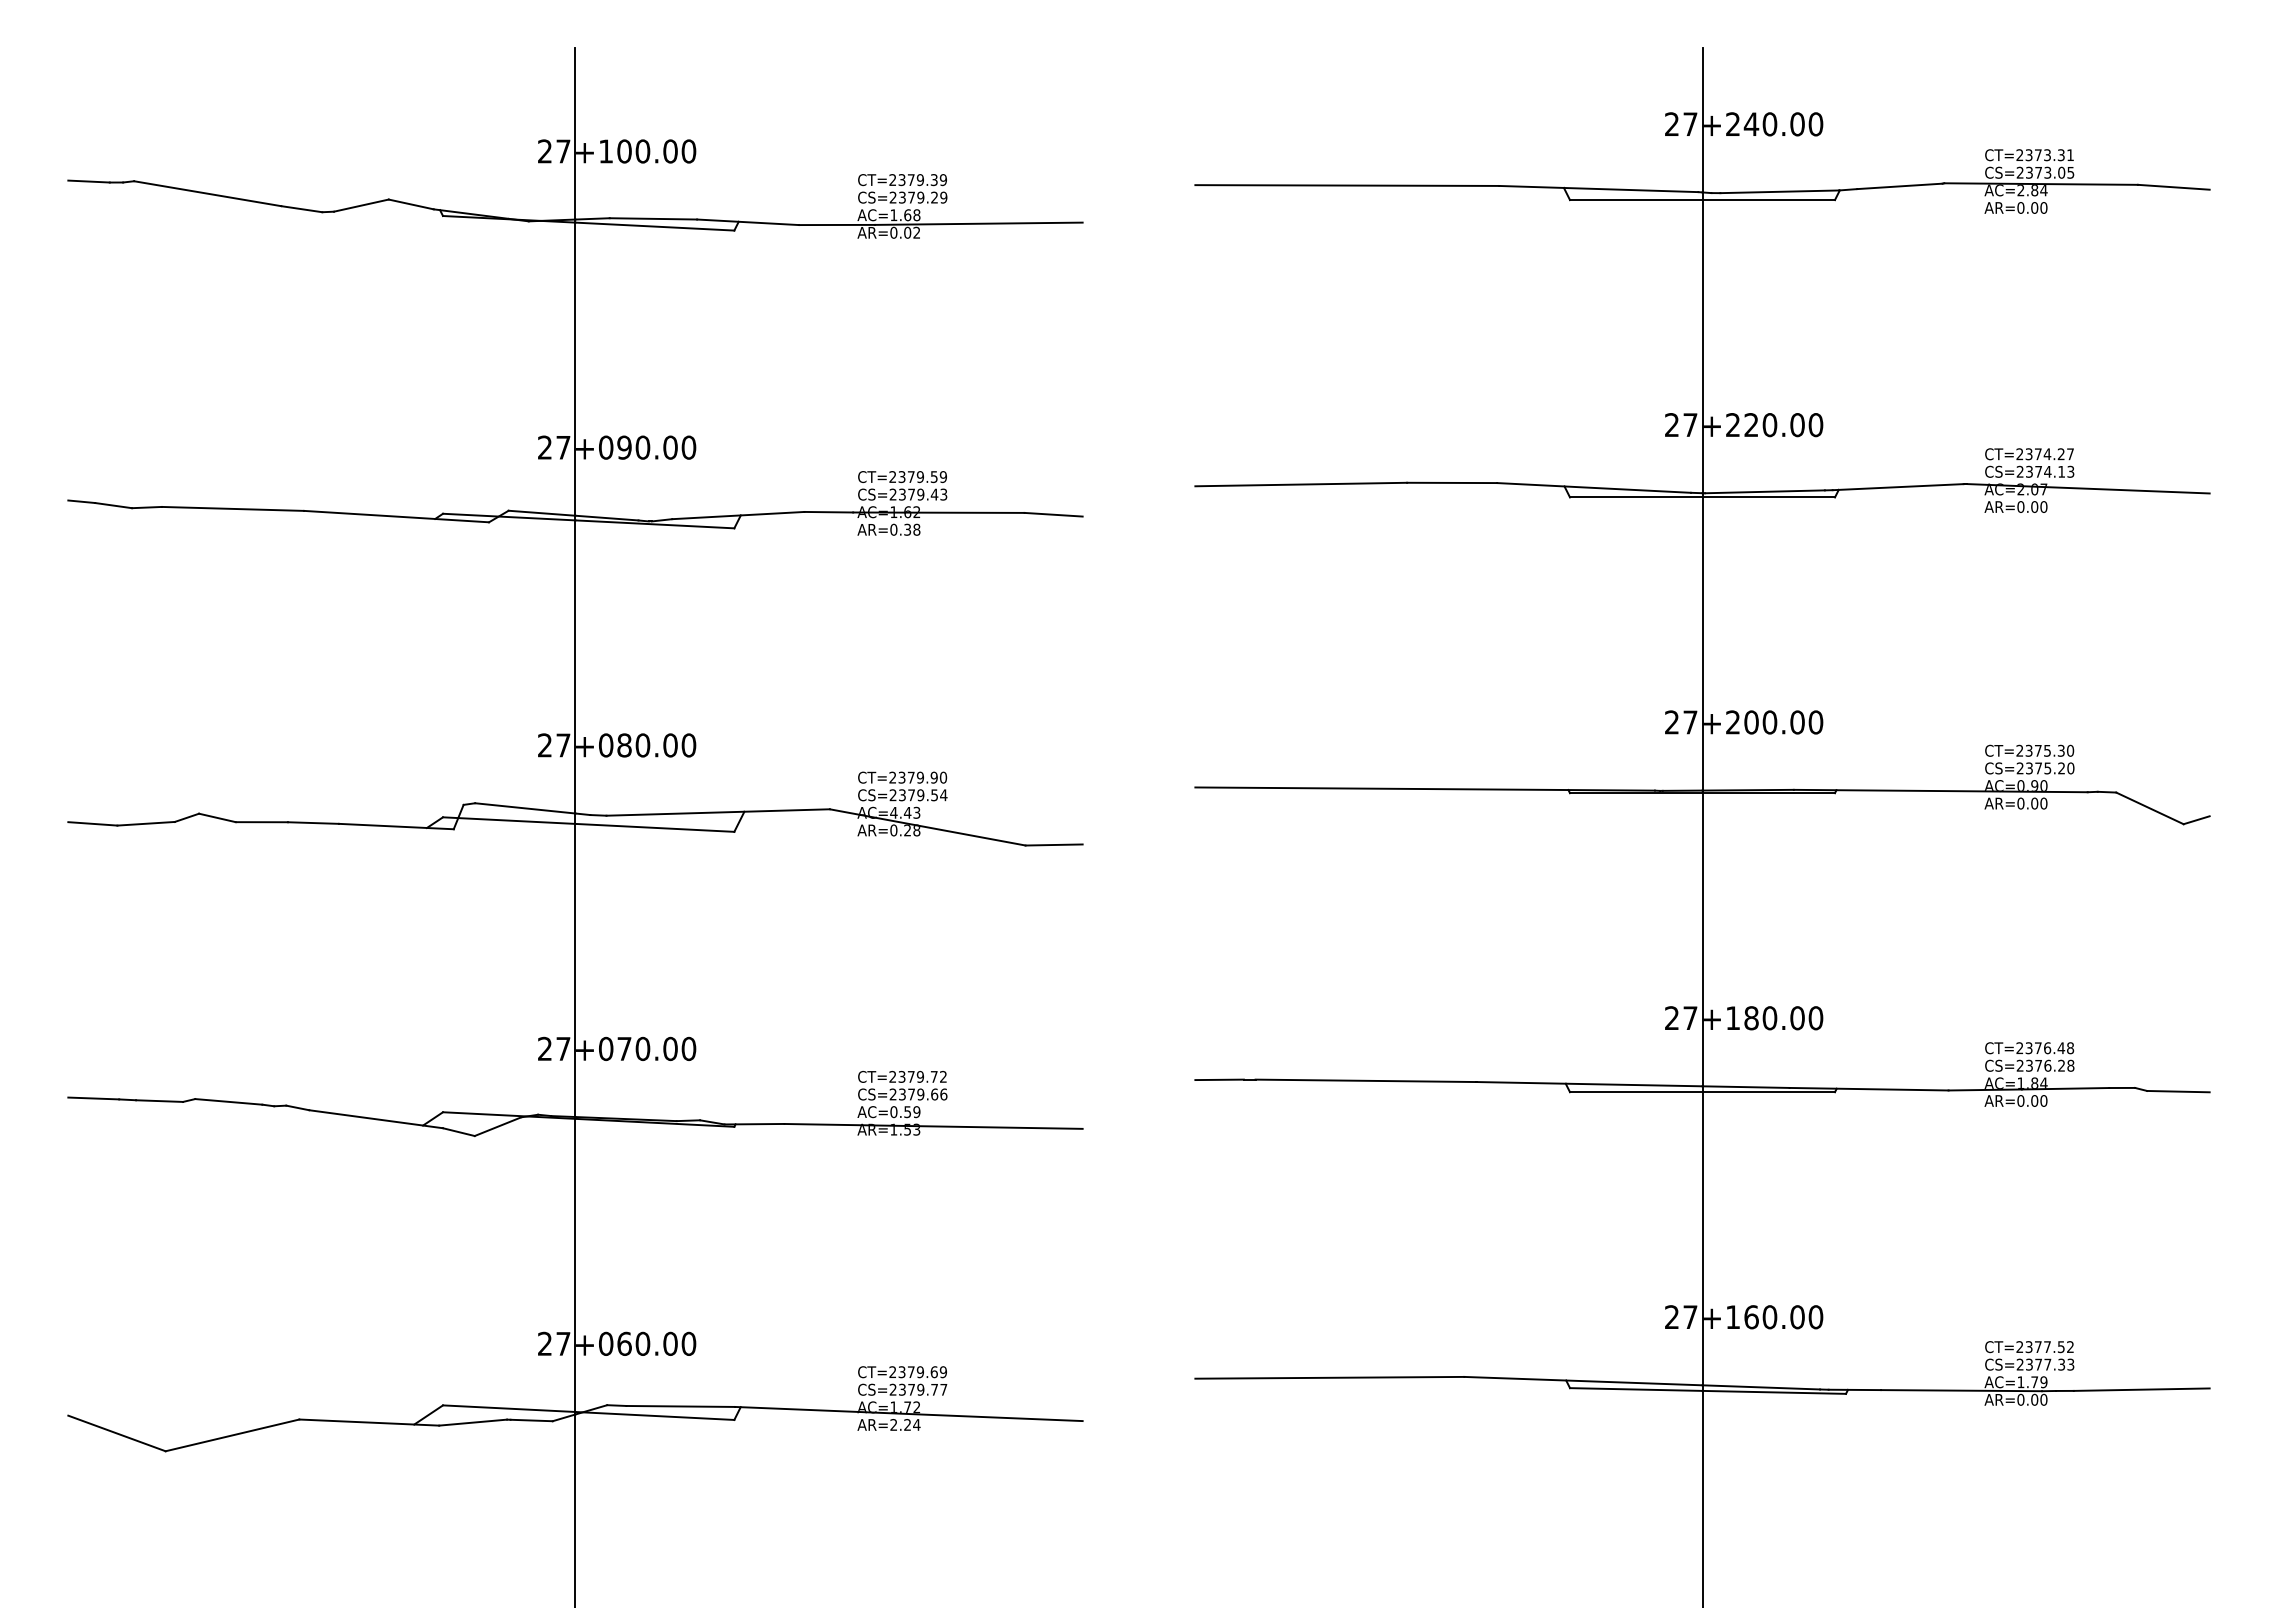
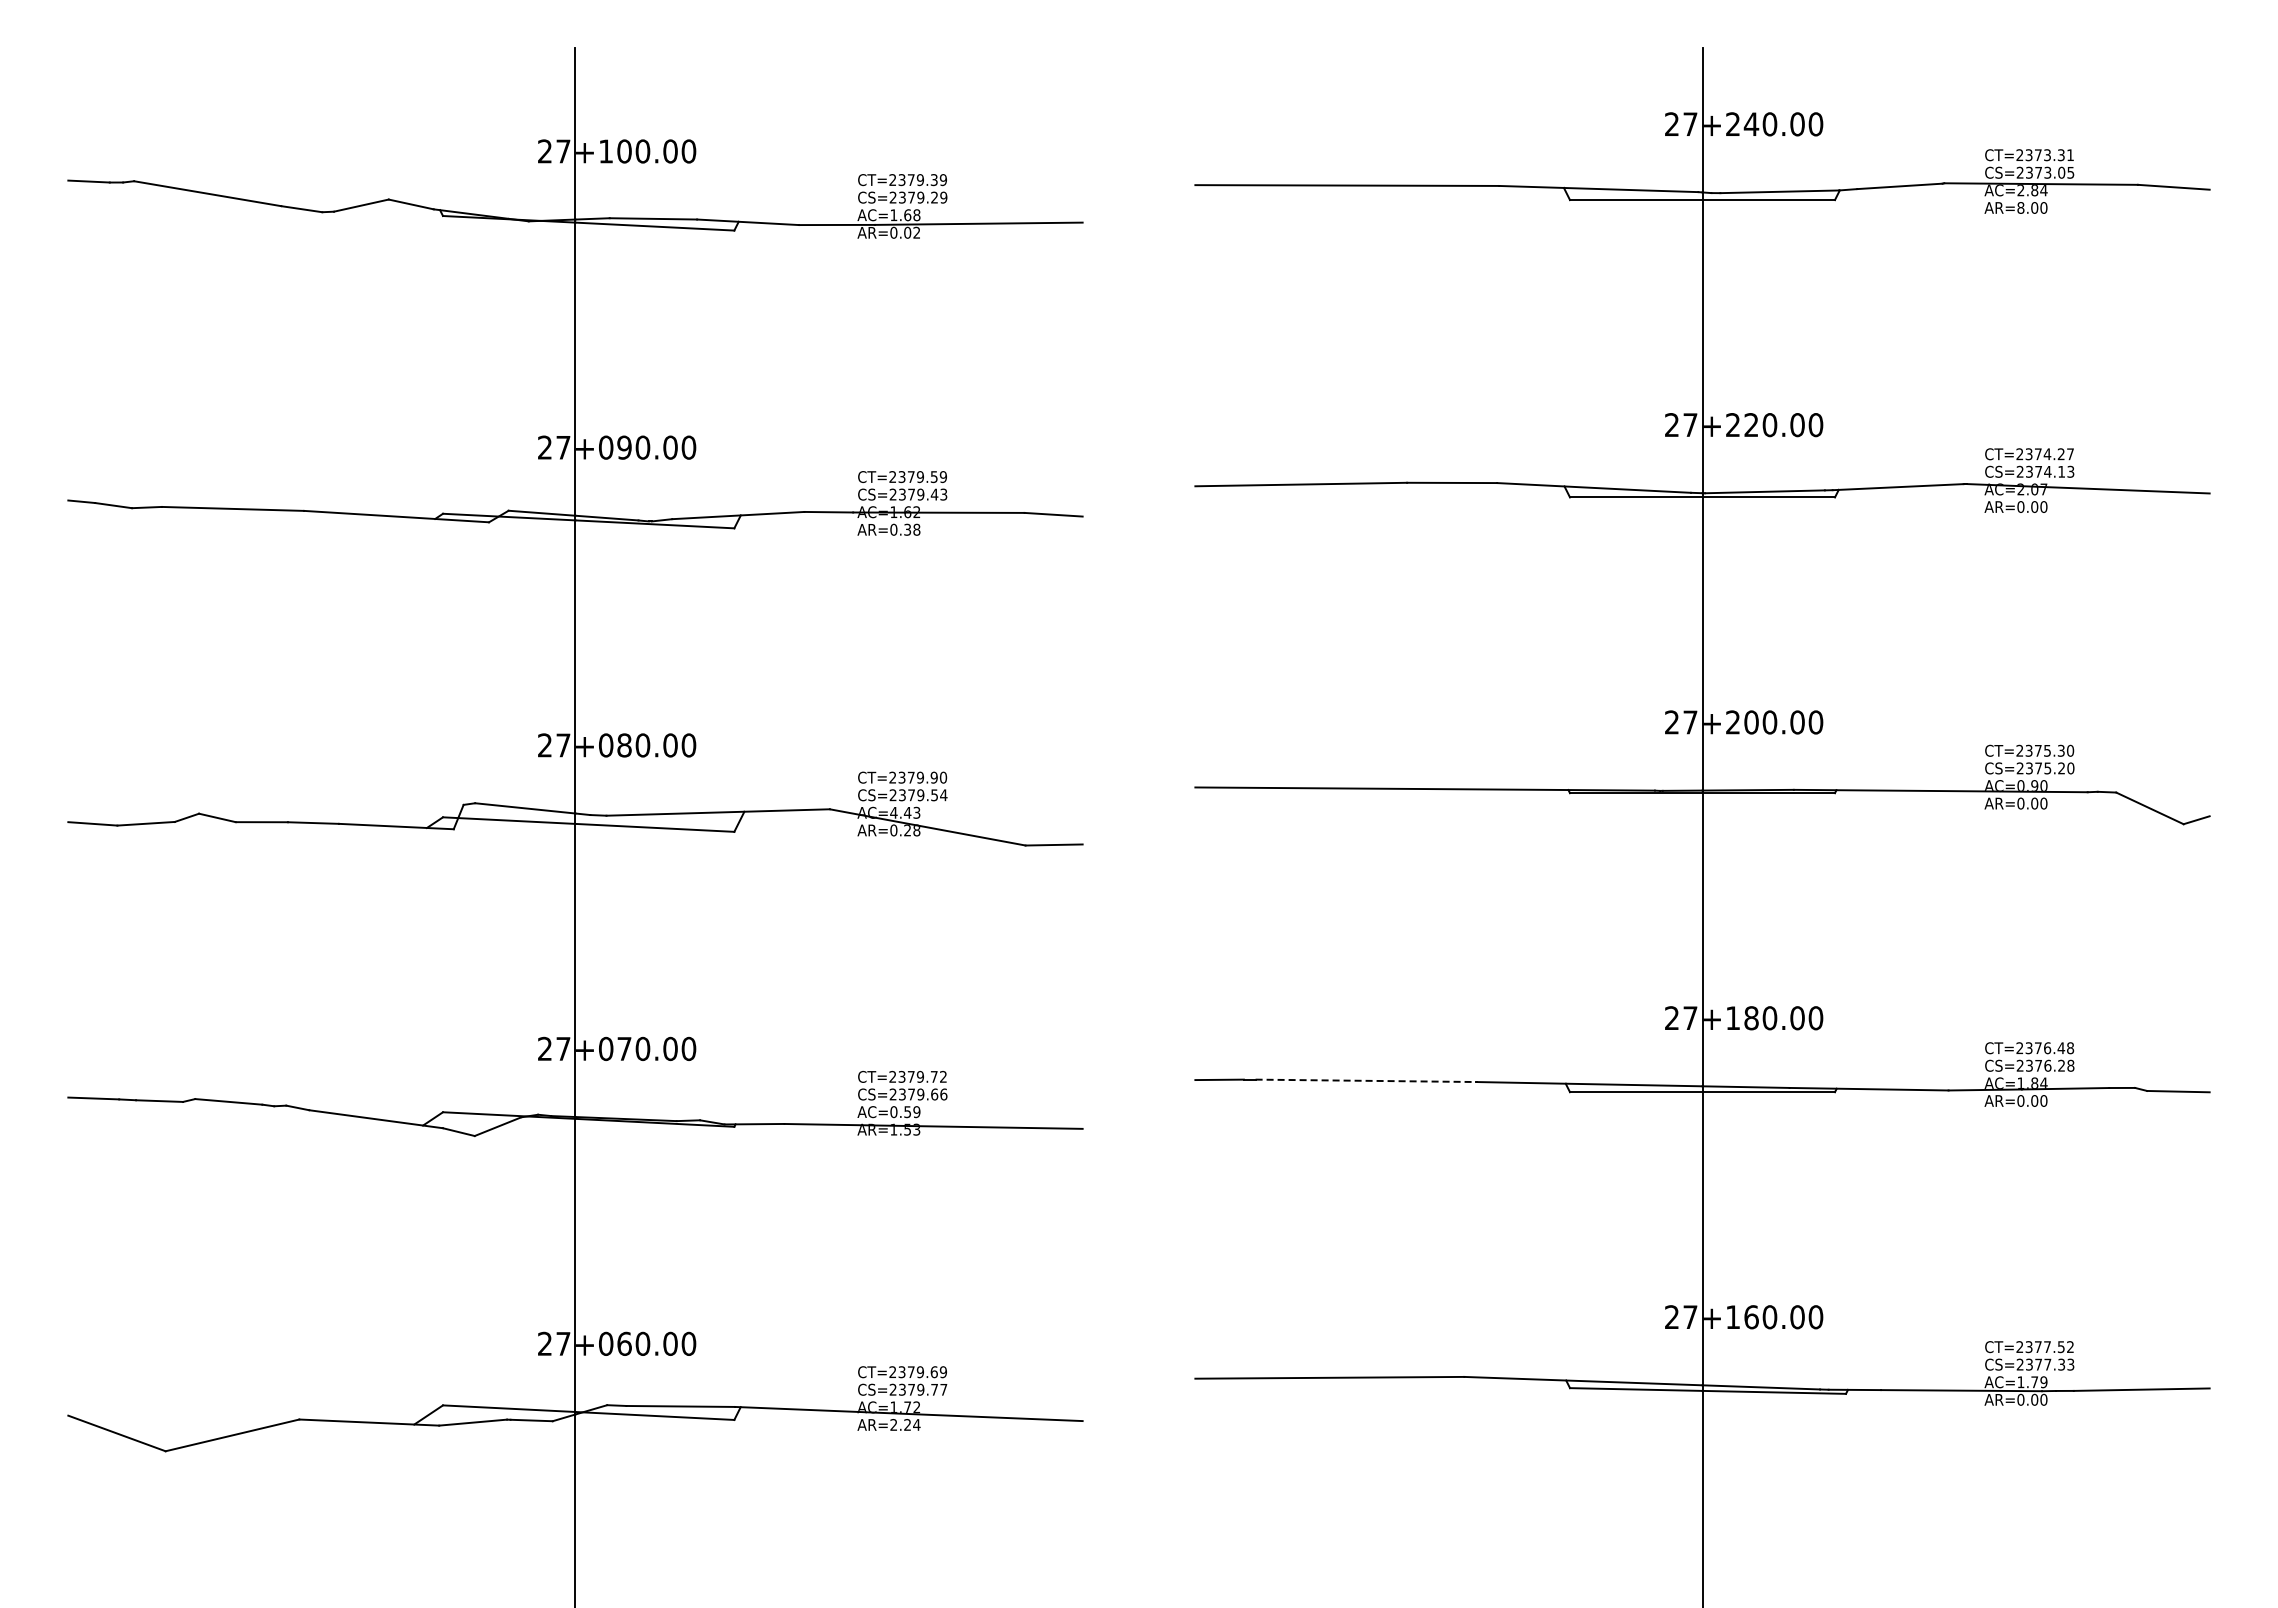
text at (2020, 207): AR=0.00 -> AR=8.00
line at (1366, 1080): solid -> dashed
